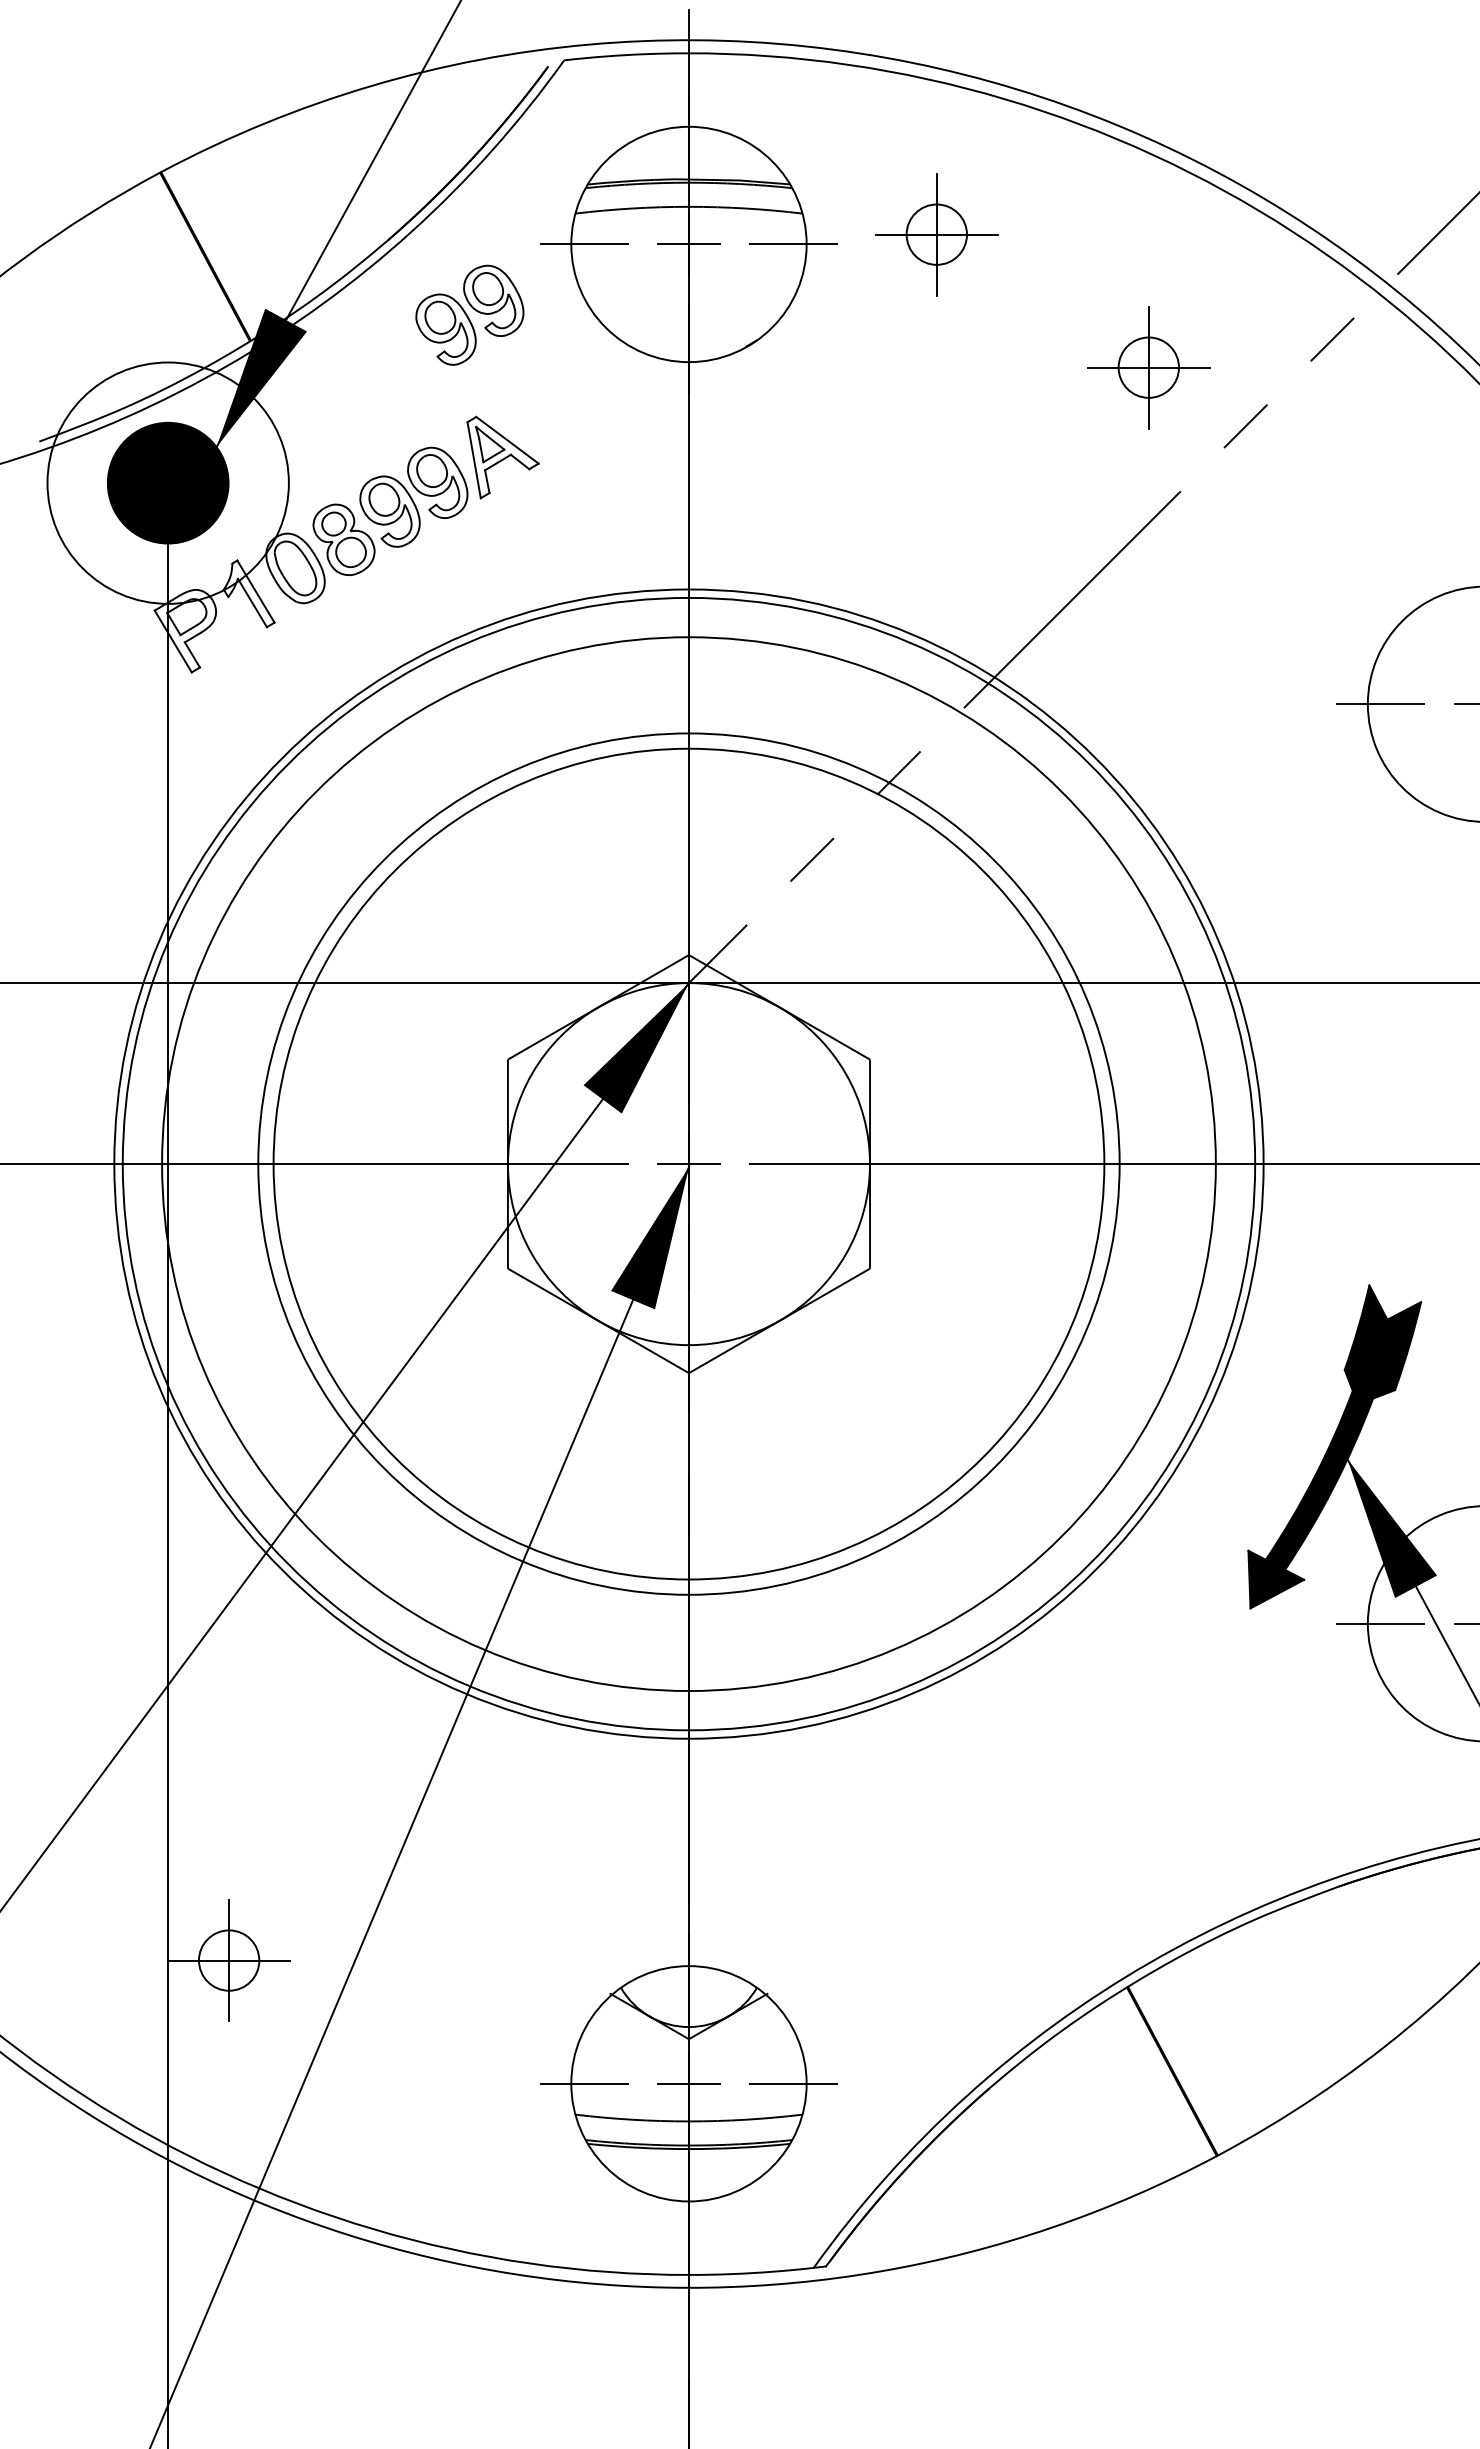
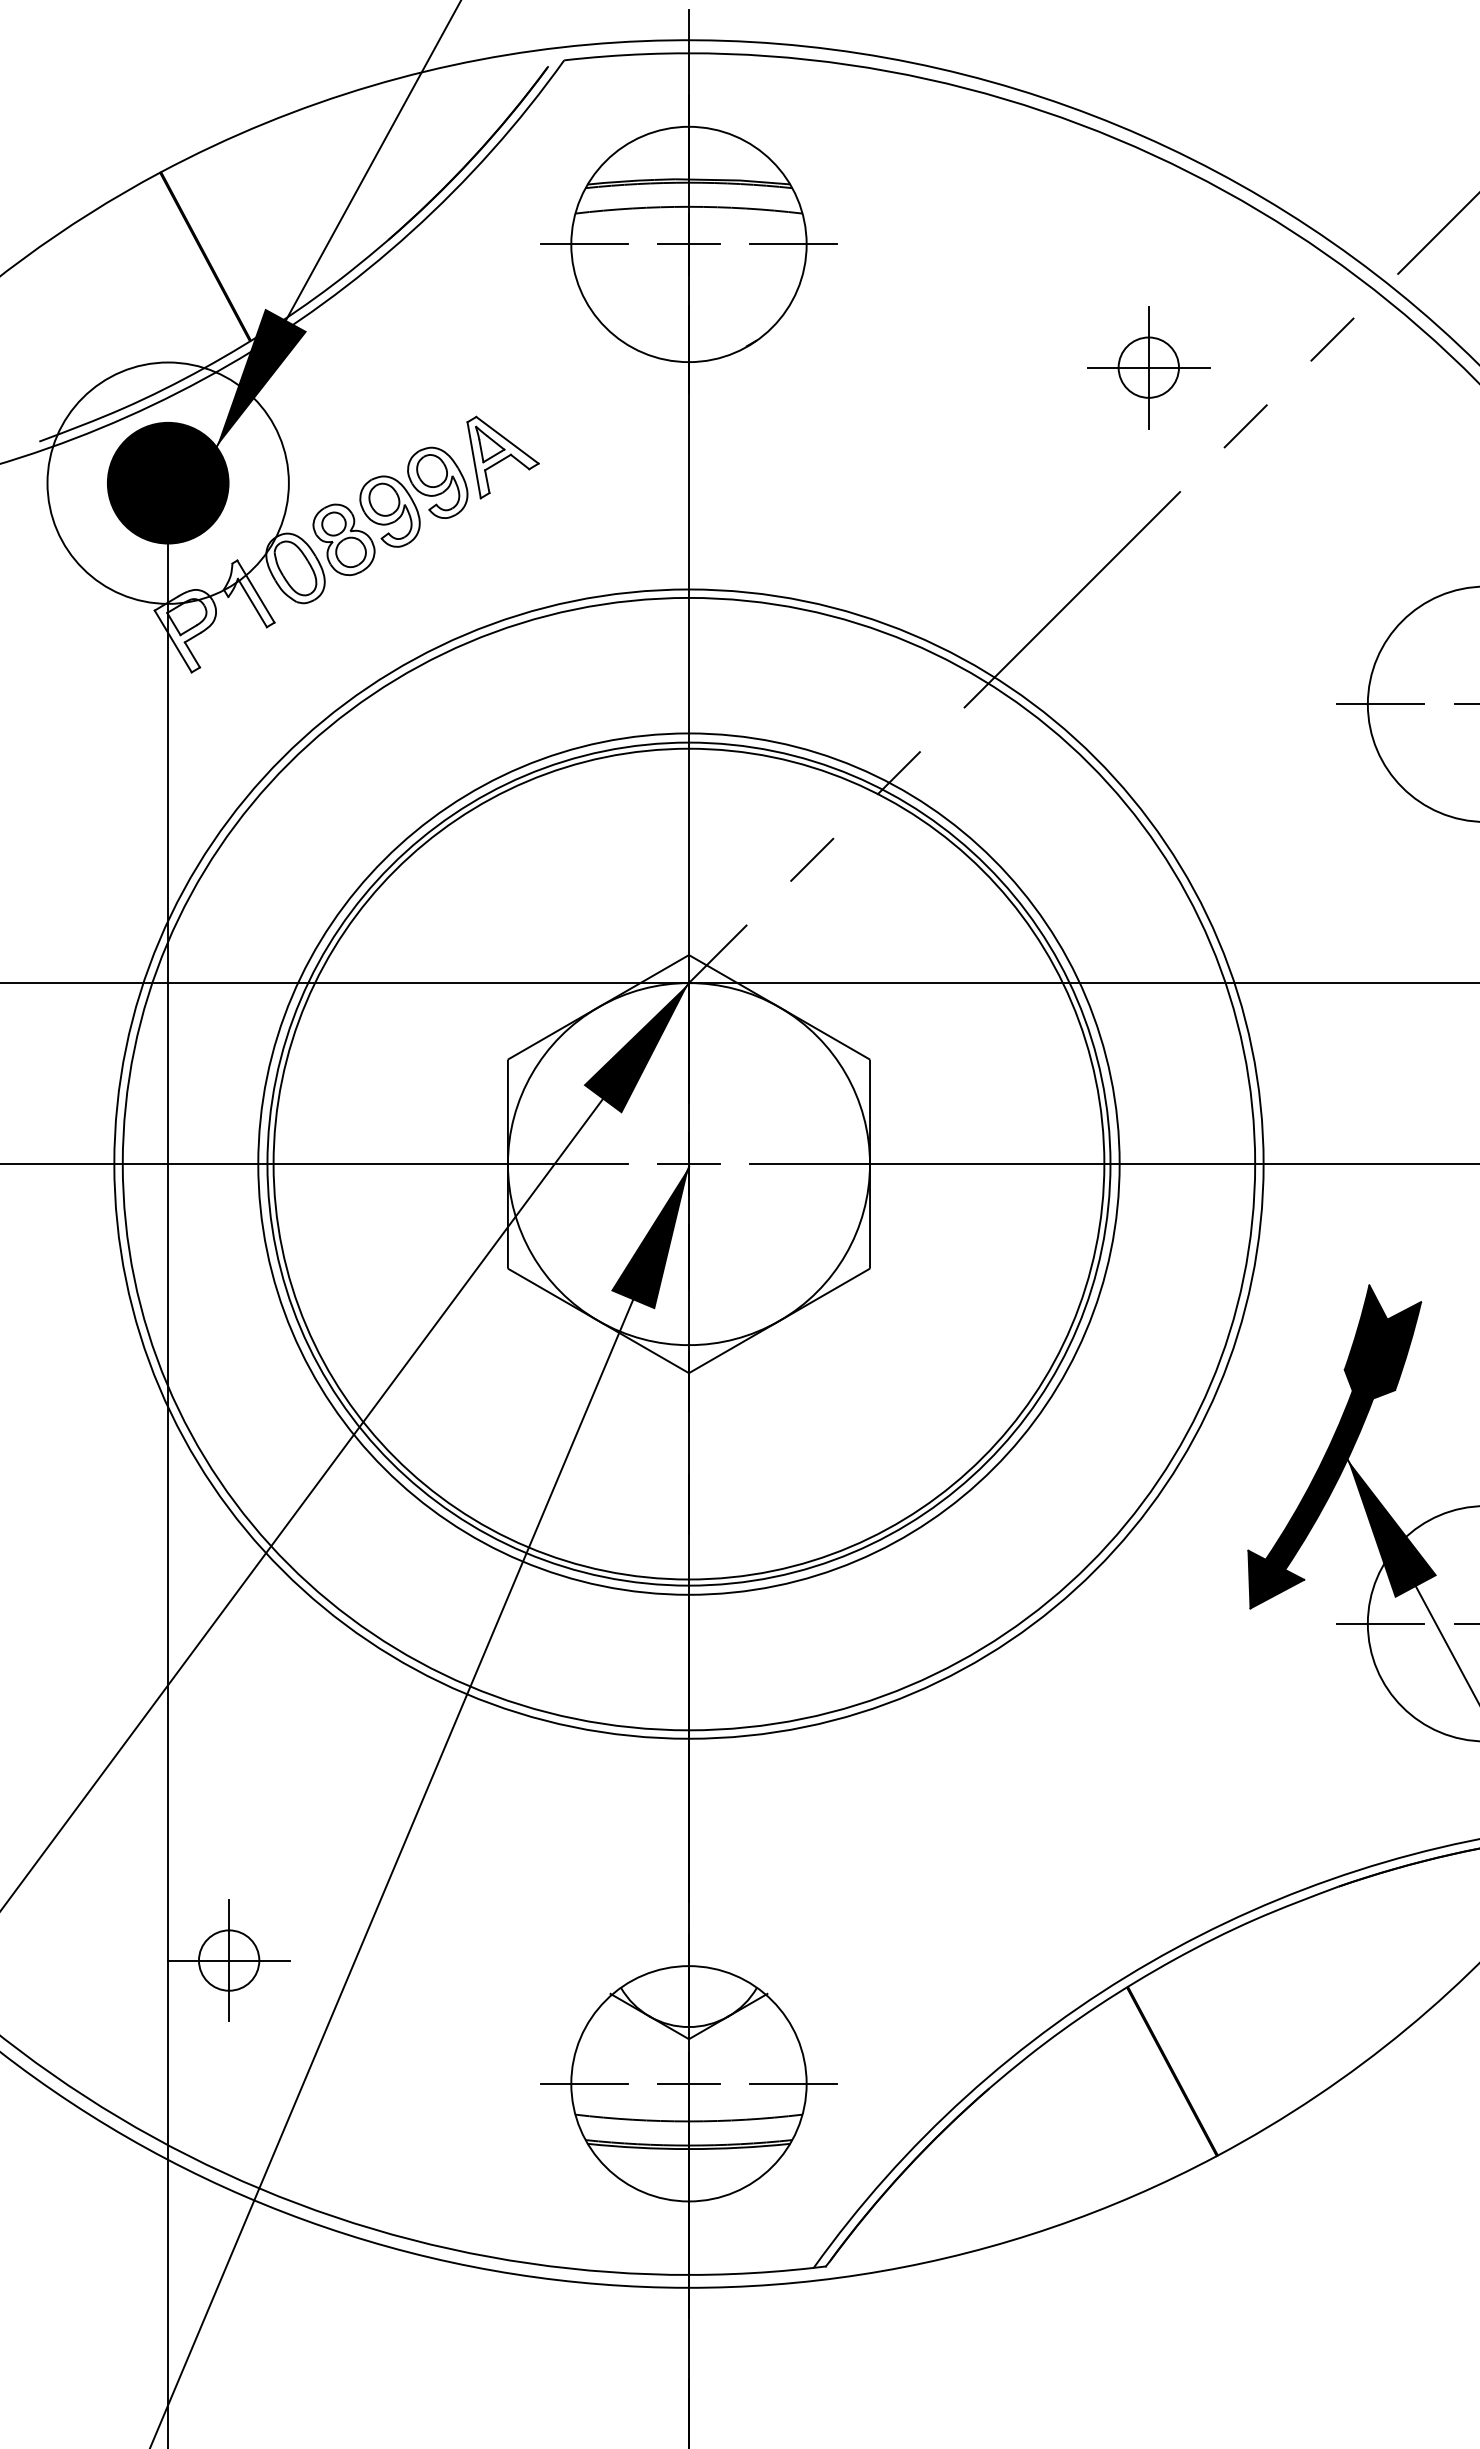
part at (936, 234): present -> none
part at (469, 314): present -> none
circle at (688, 1164) diameter: 1054 px -> 843 px
